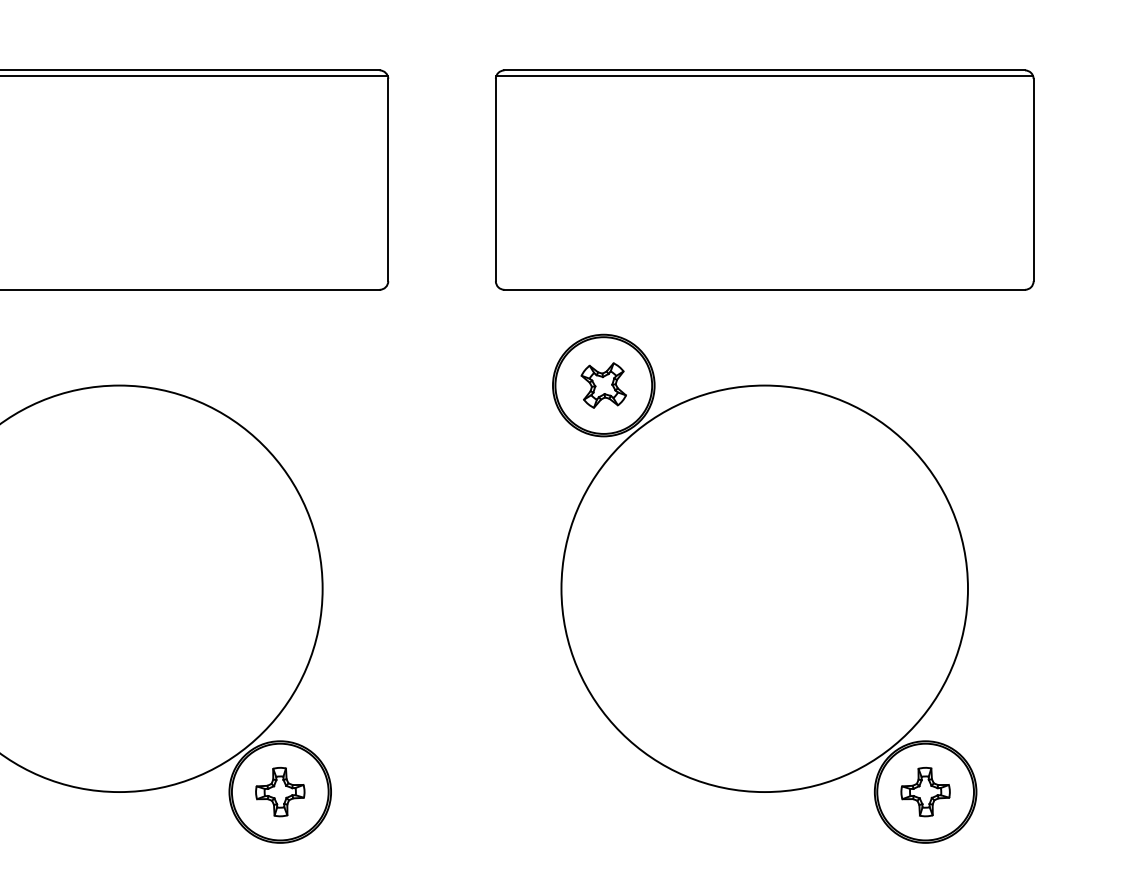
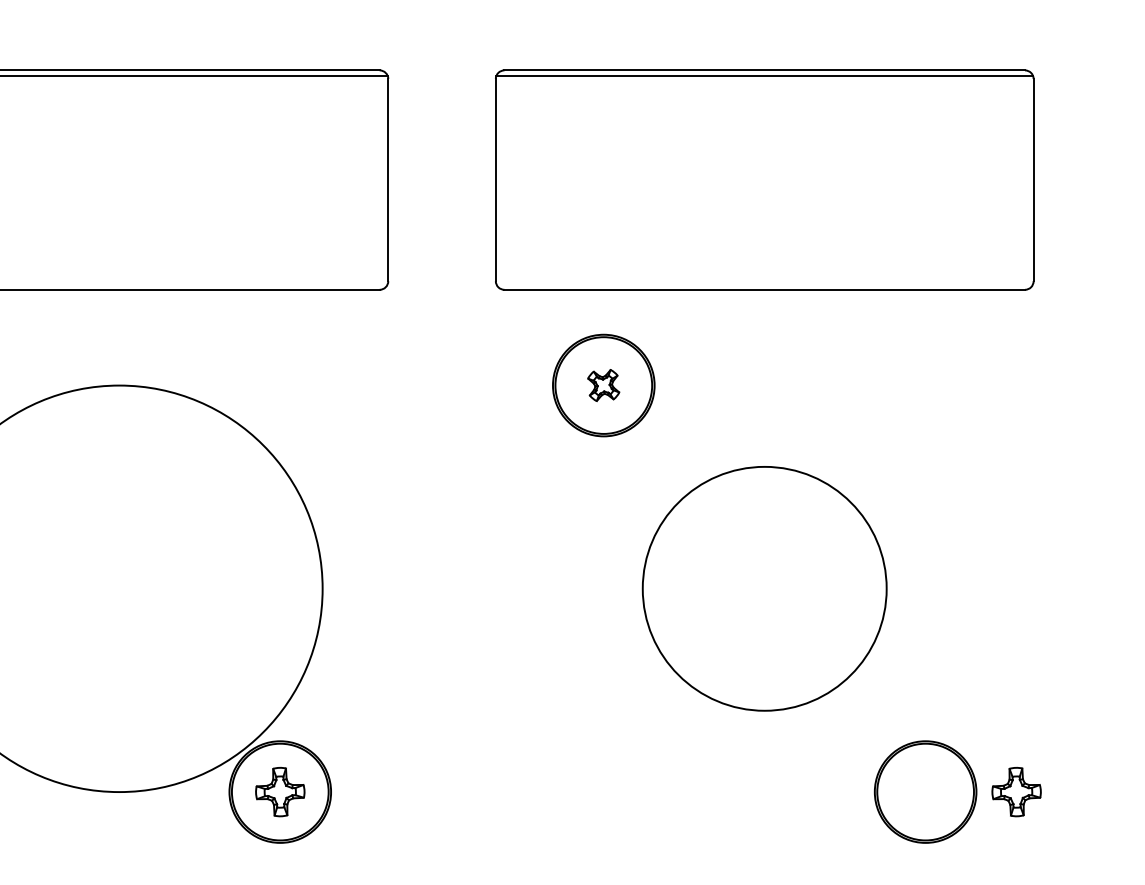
part at (603, 385) size: 47x47 px -> 34x33 px
circle at (764, 588) diameter: 407 px -> 244 px
part at (925, 791) position: (925, 791) -> (1016, 791)
